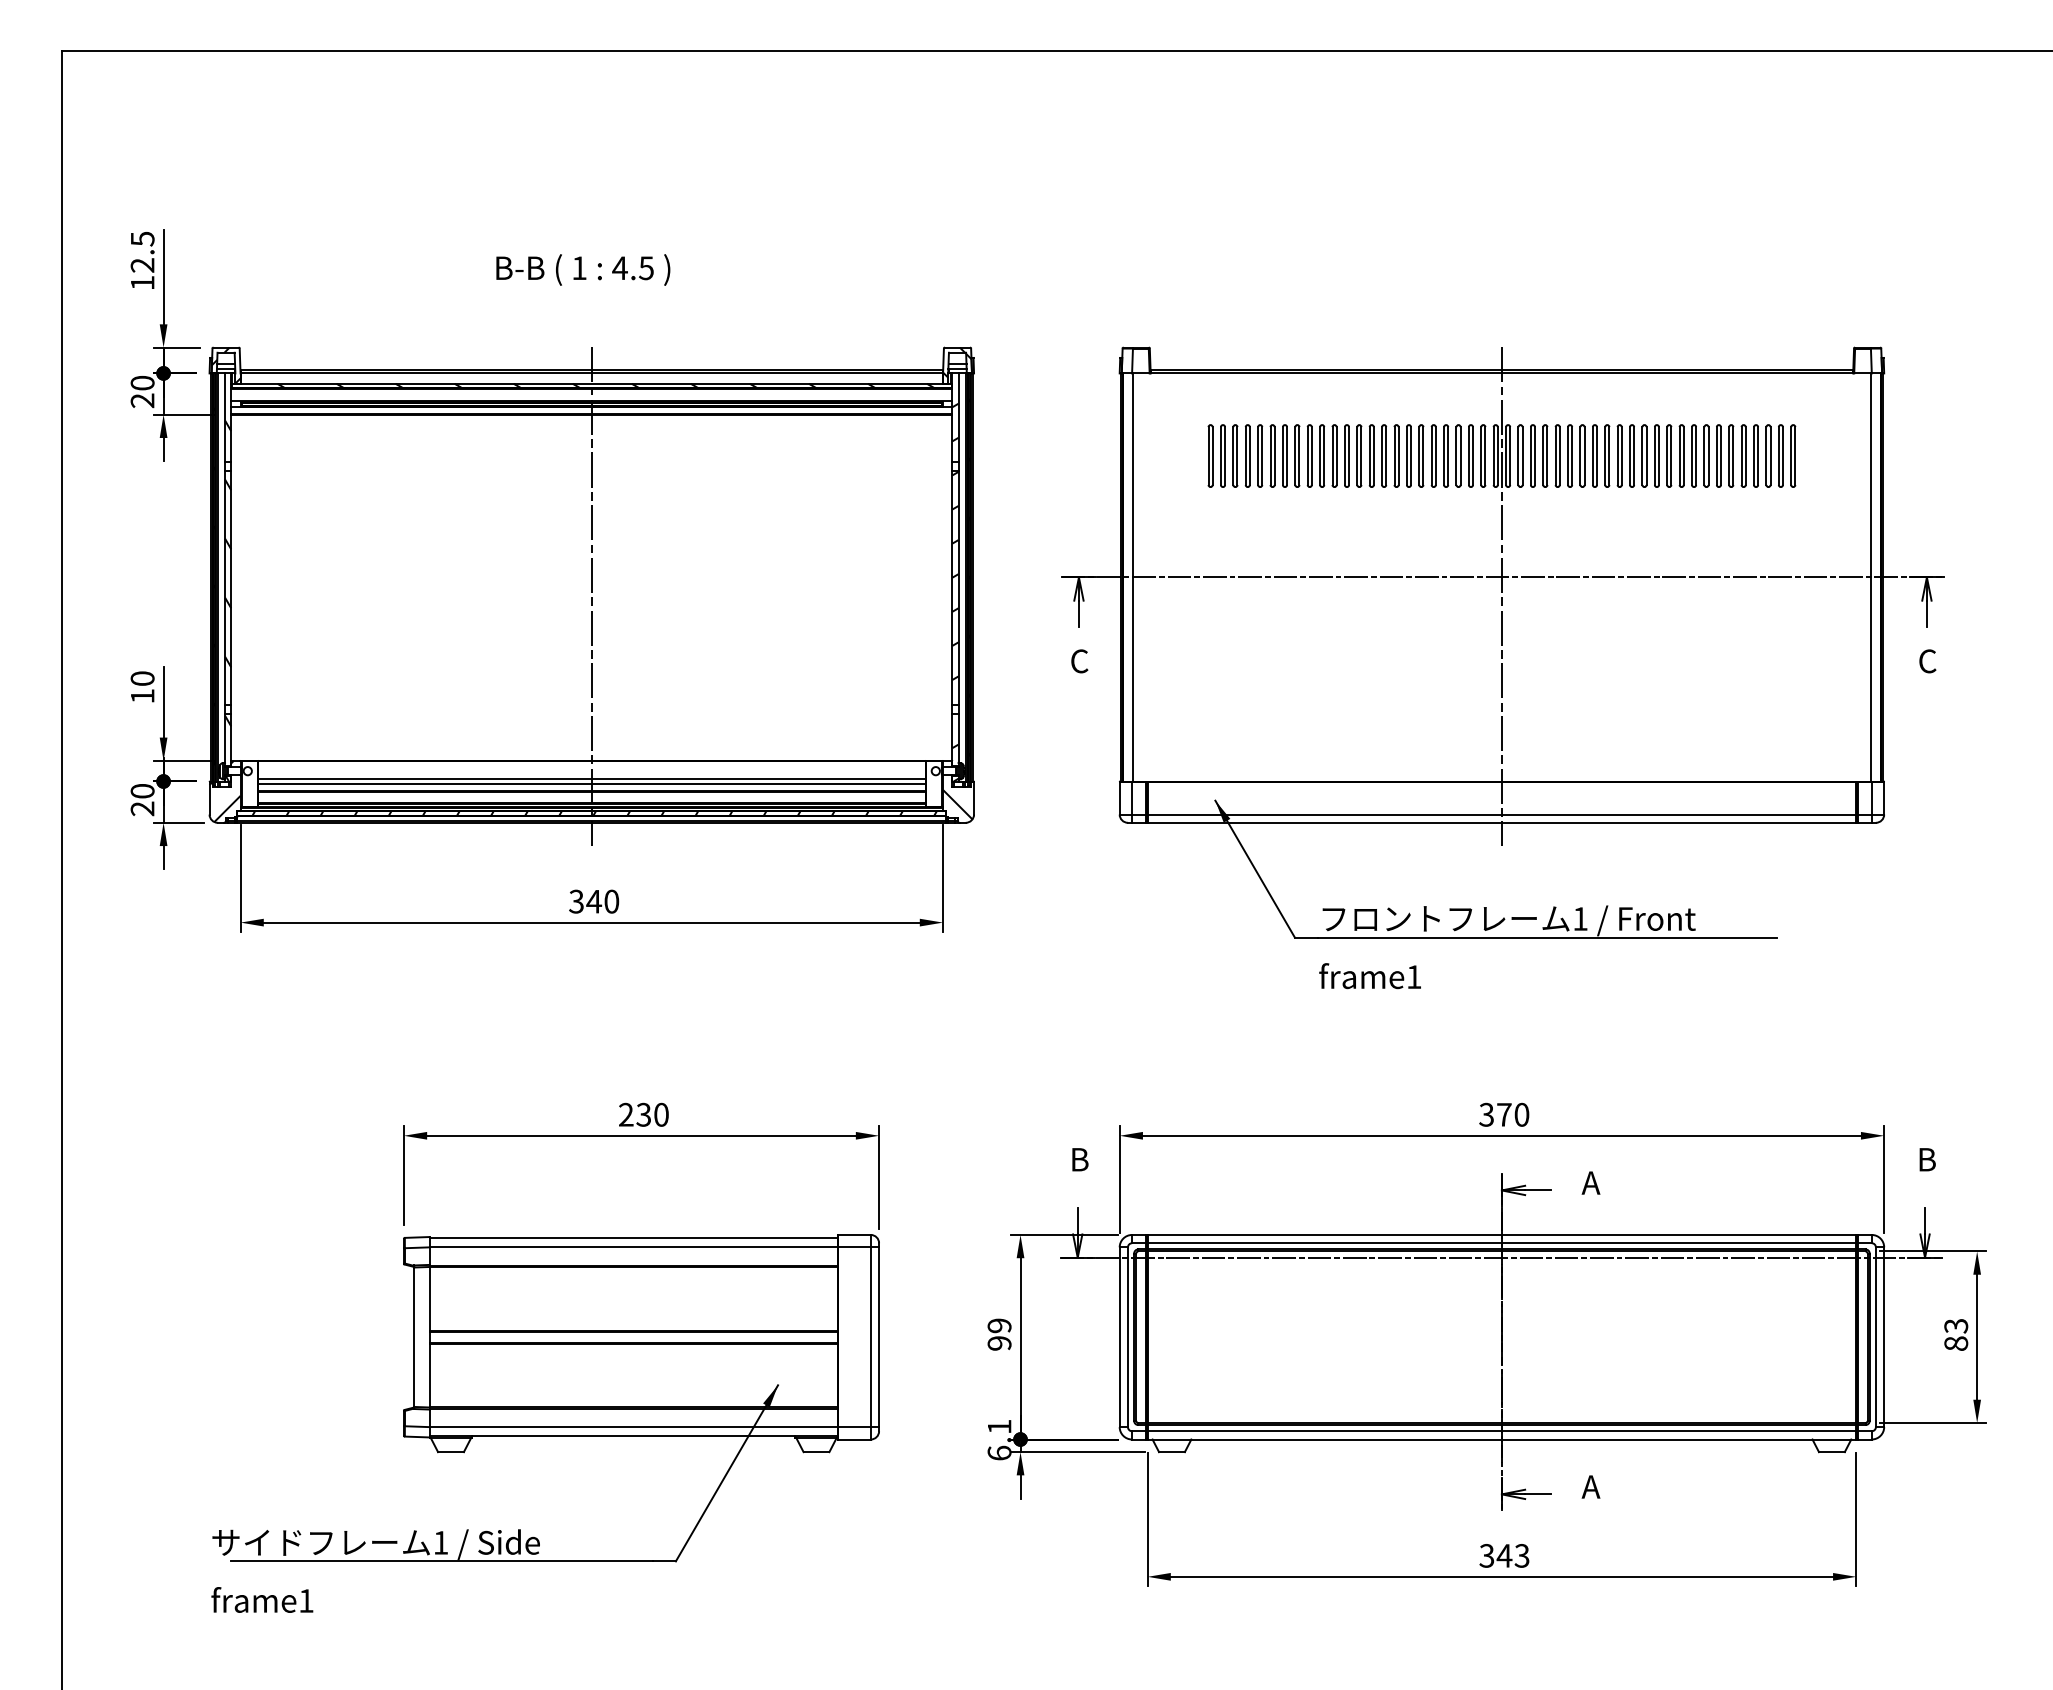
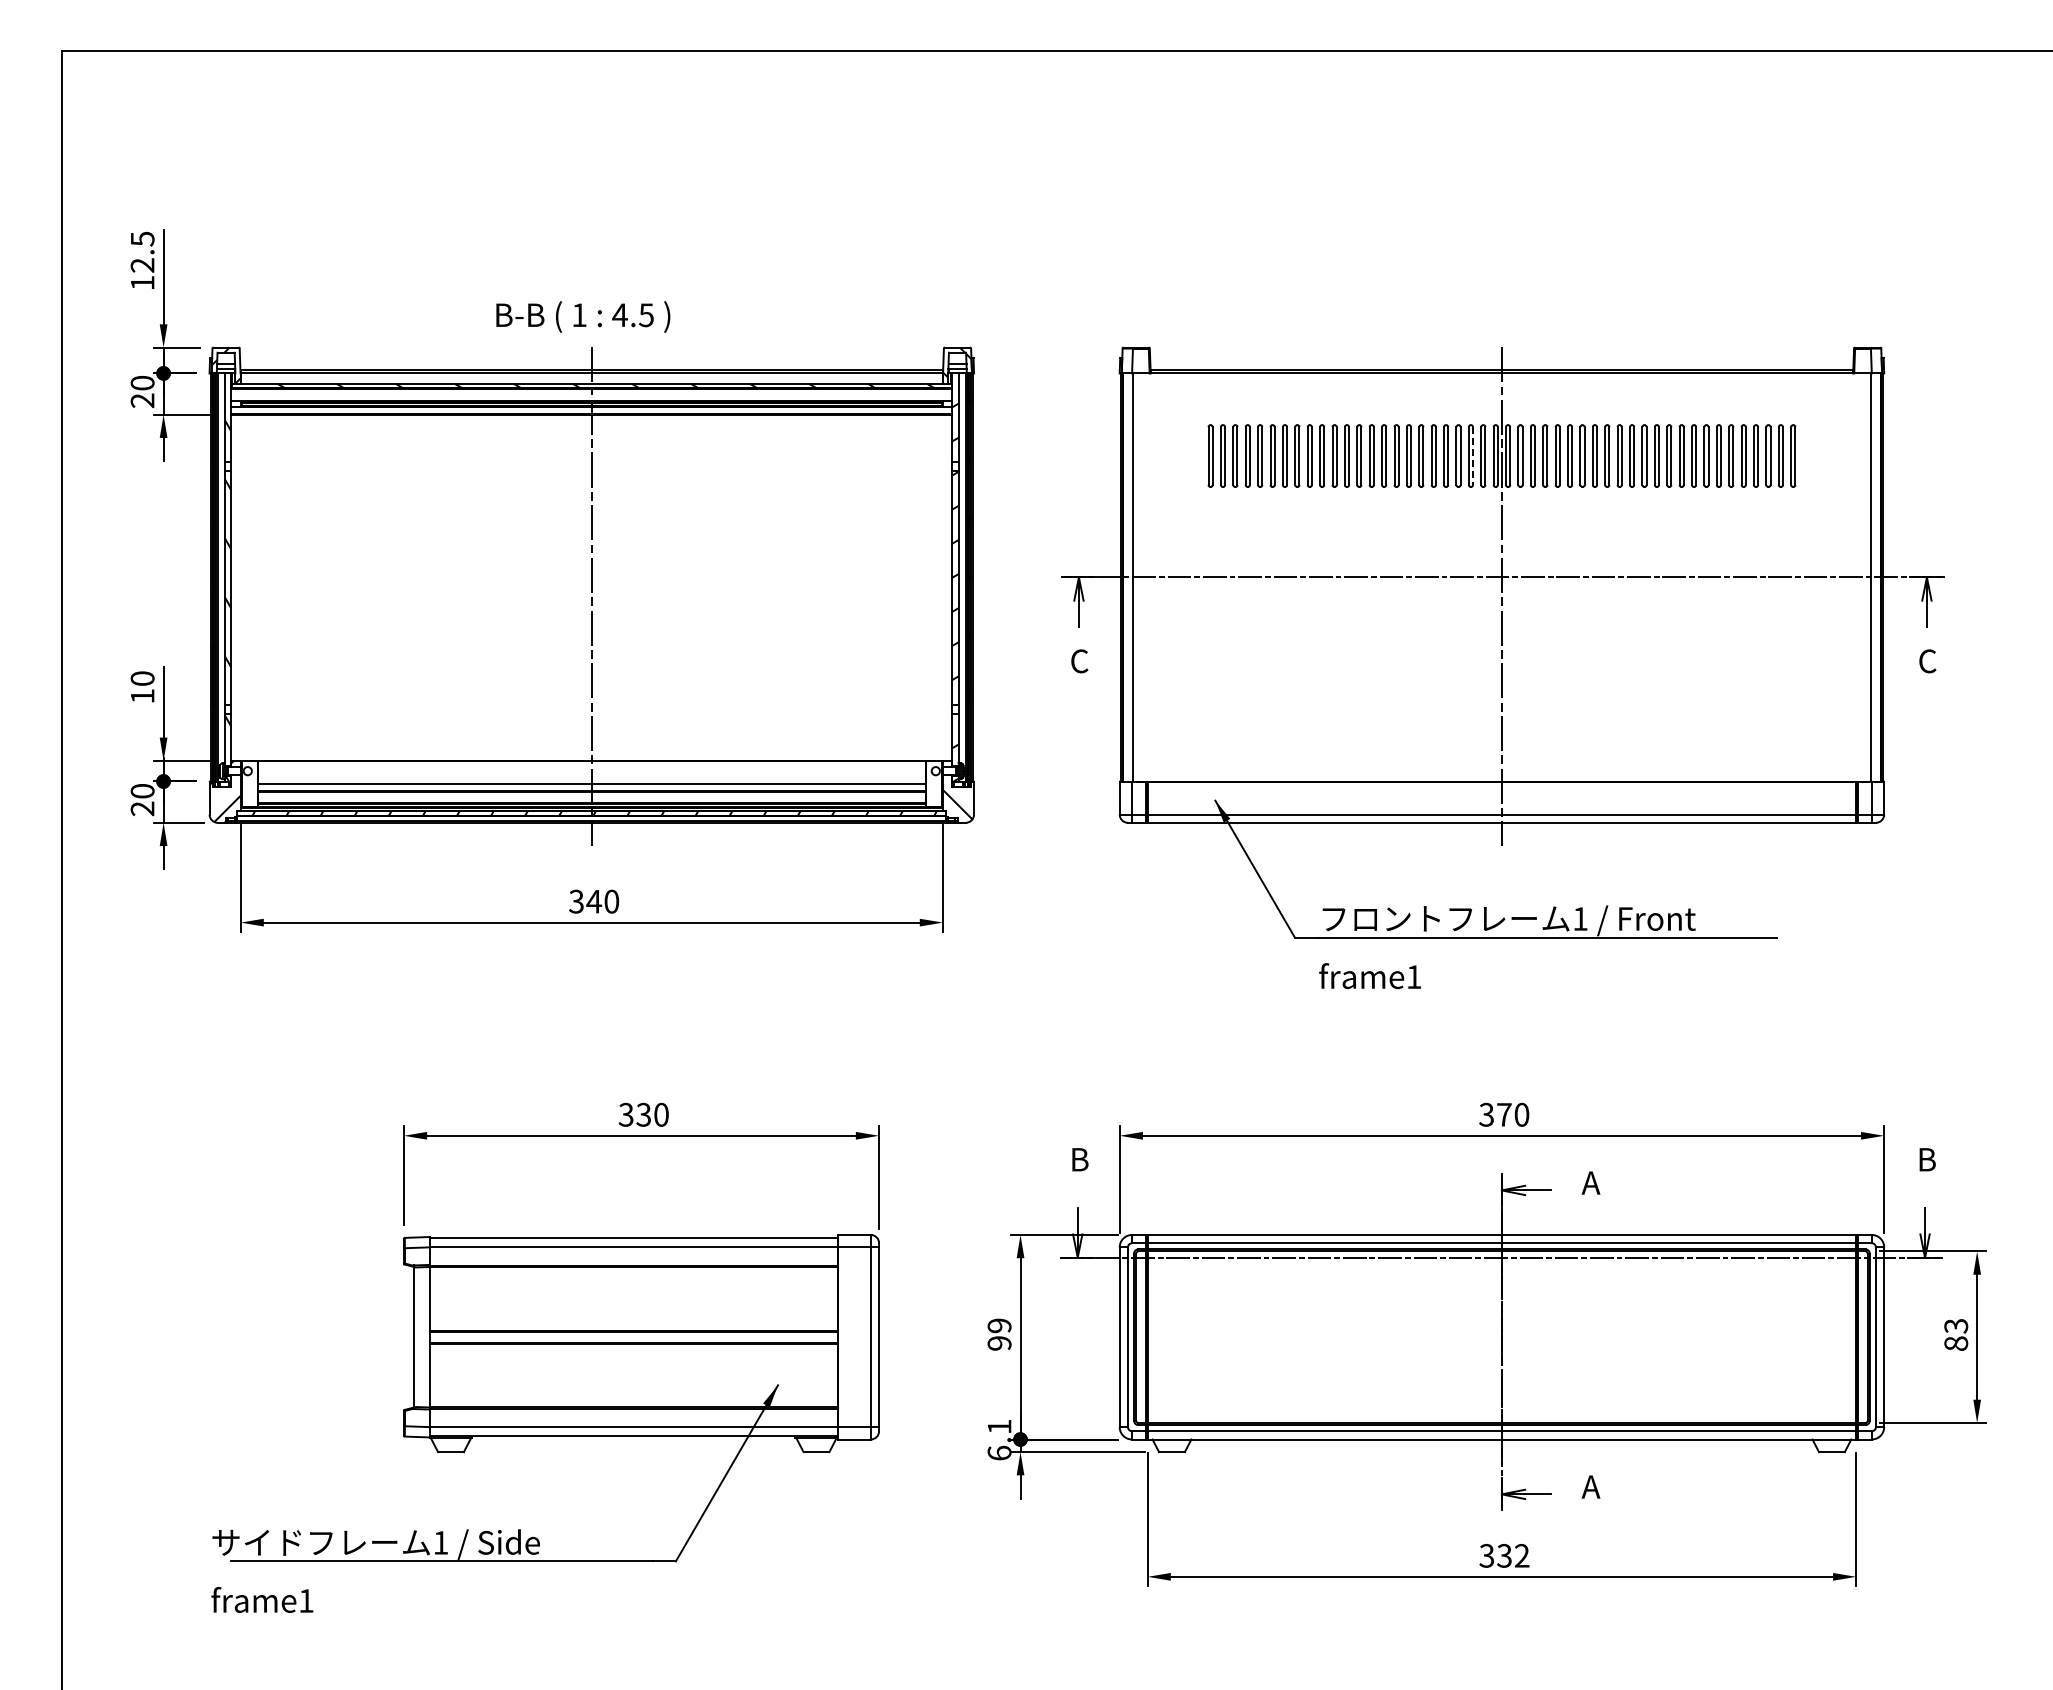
text at (583, 269) position: (583, 269) -> (583, 316)
line at (1473, 456): solid -> dashed
line at (591, 779): present -> none
text at (625, 1114): 230 -> 330
text at (1512, 1555): 343 -> 332
